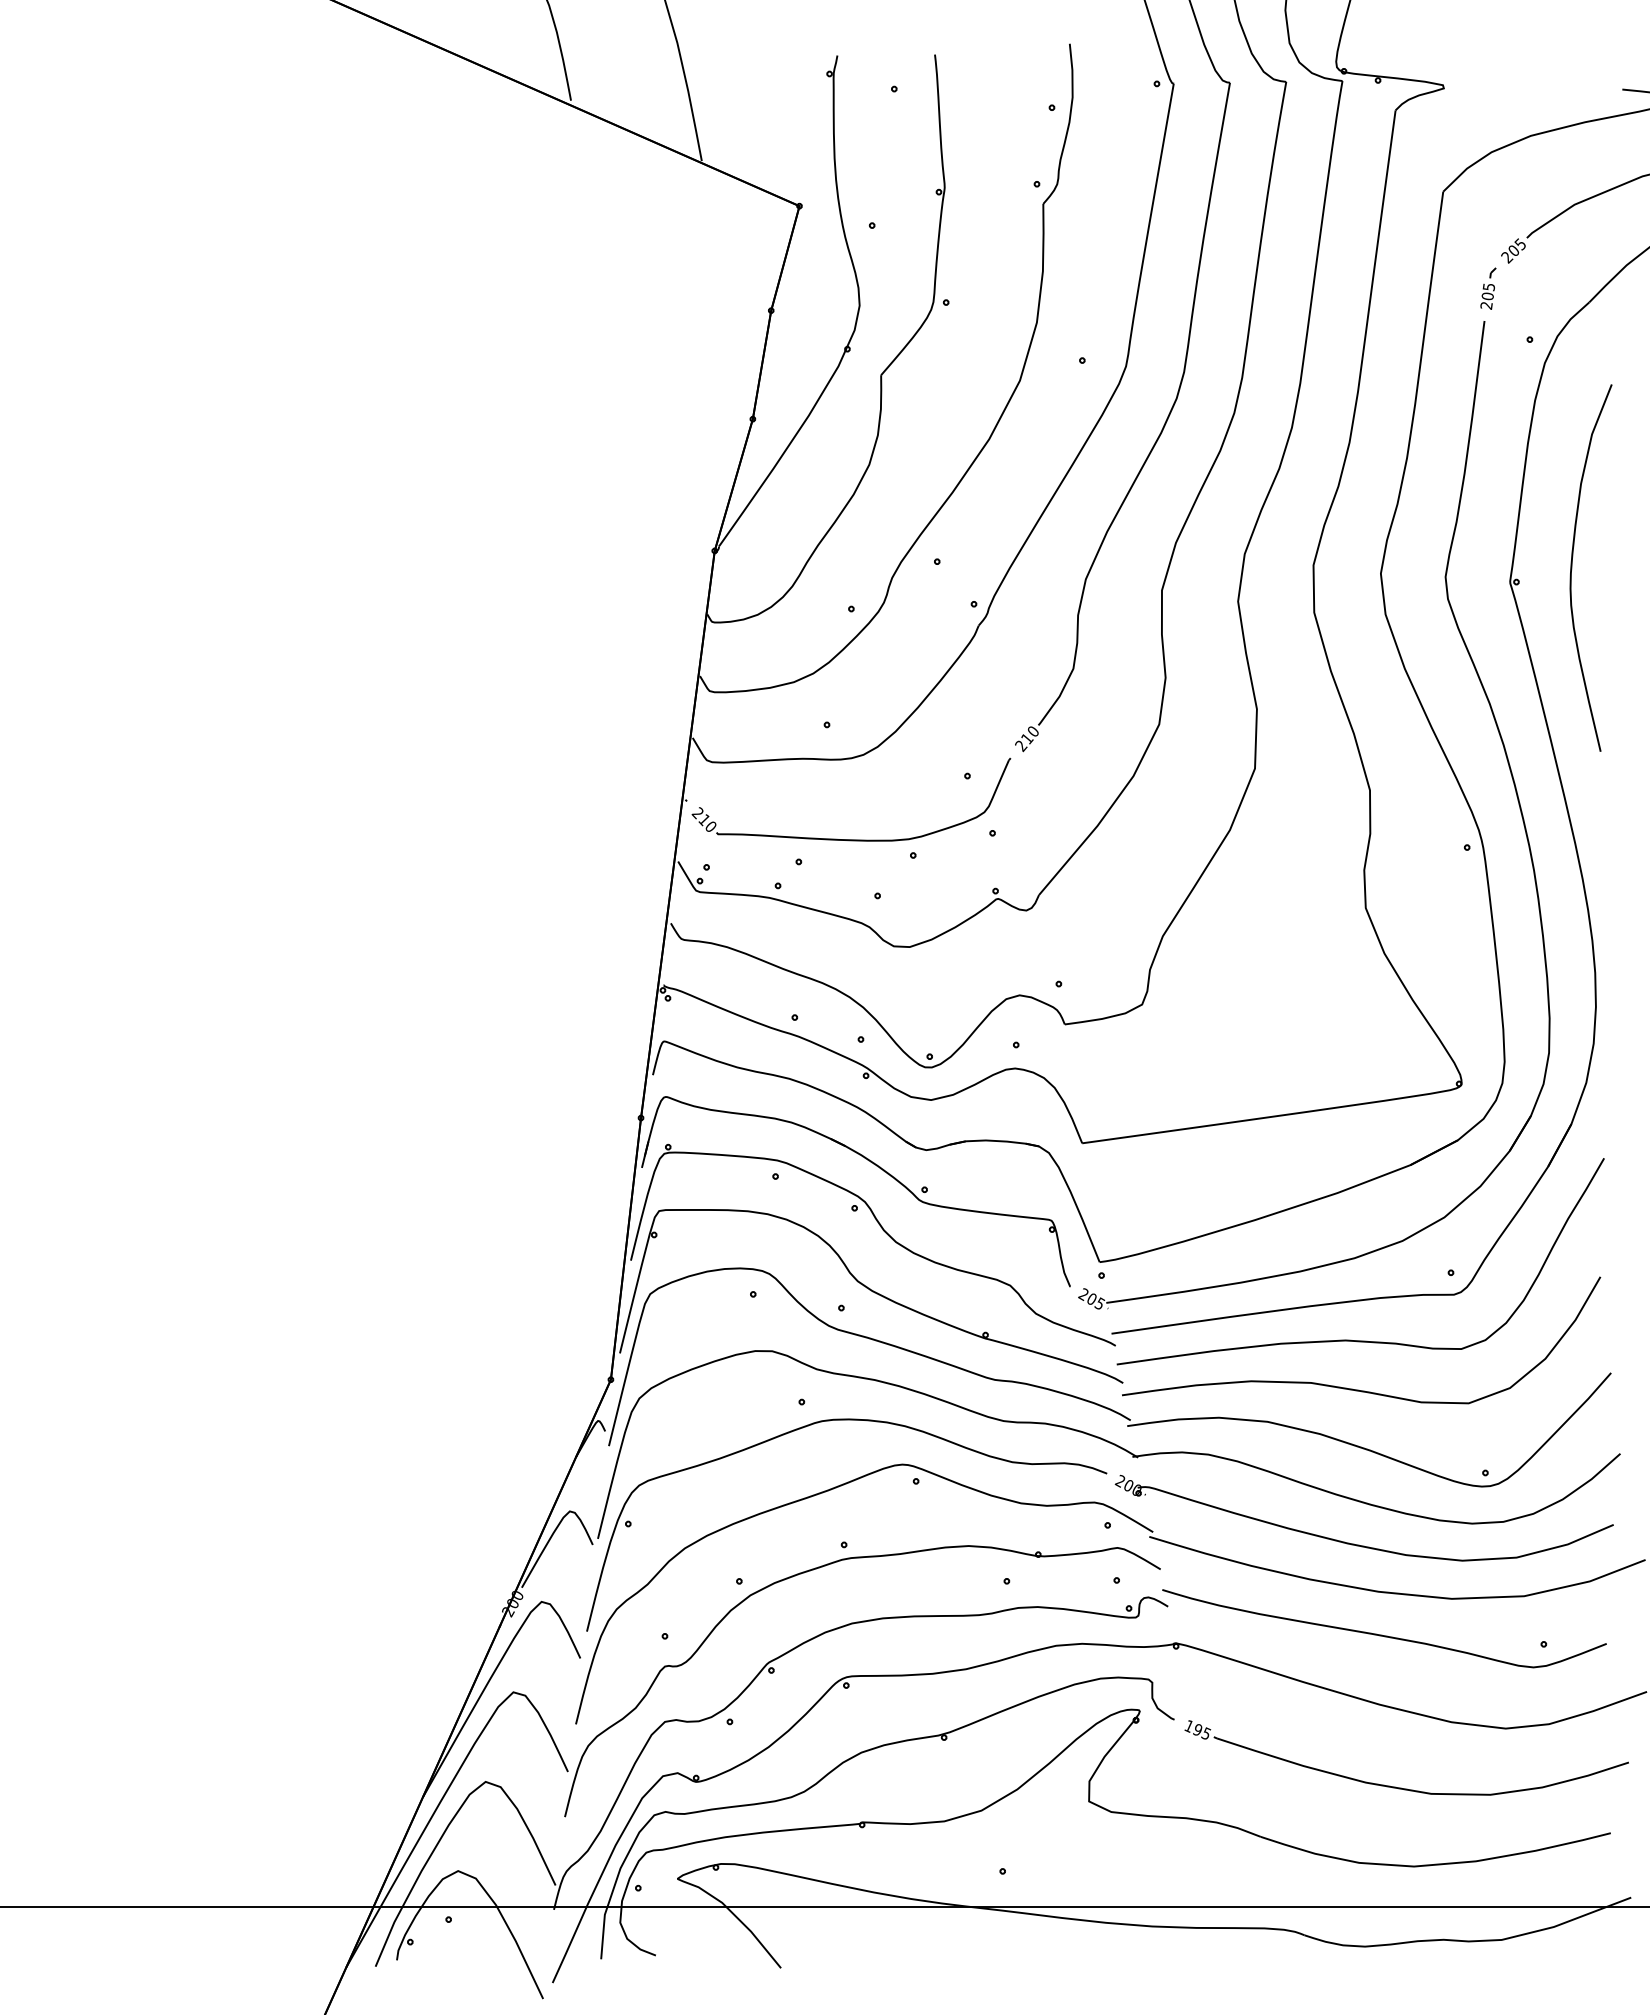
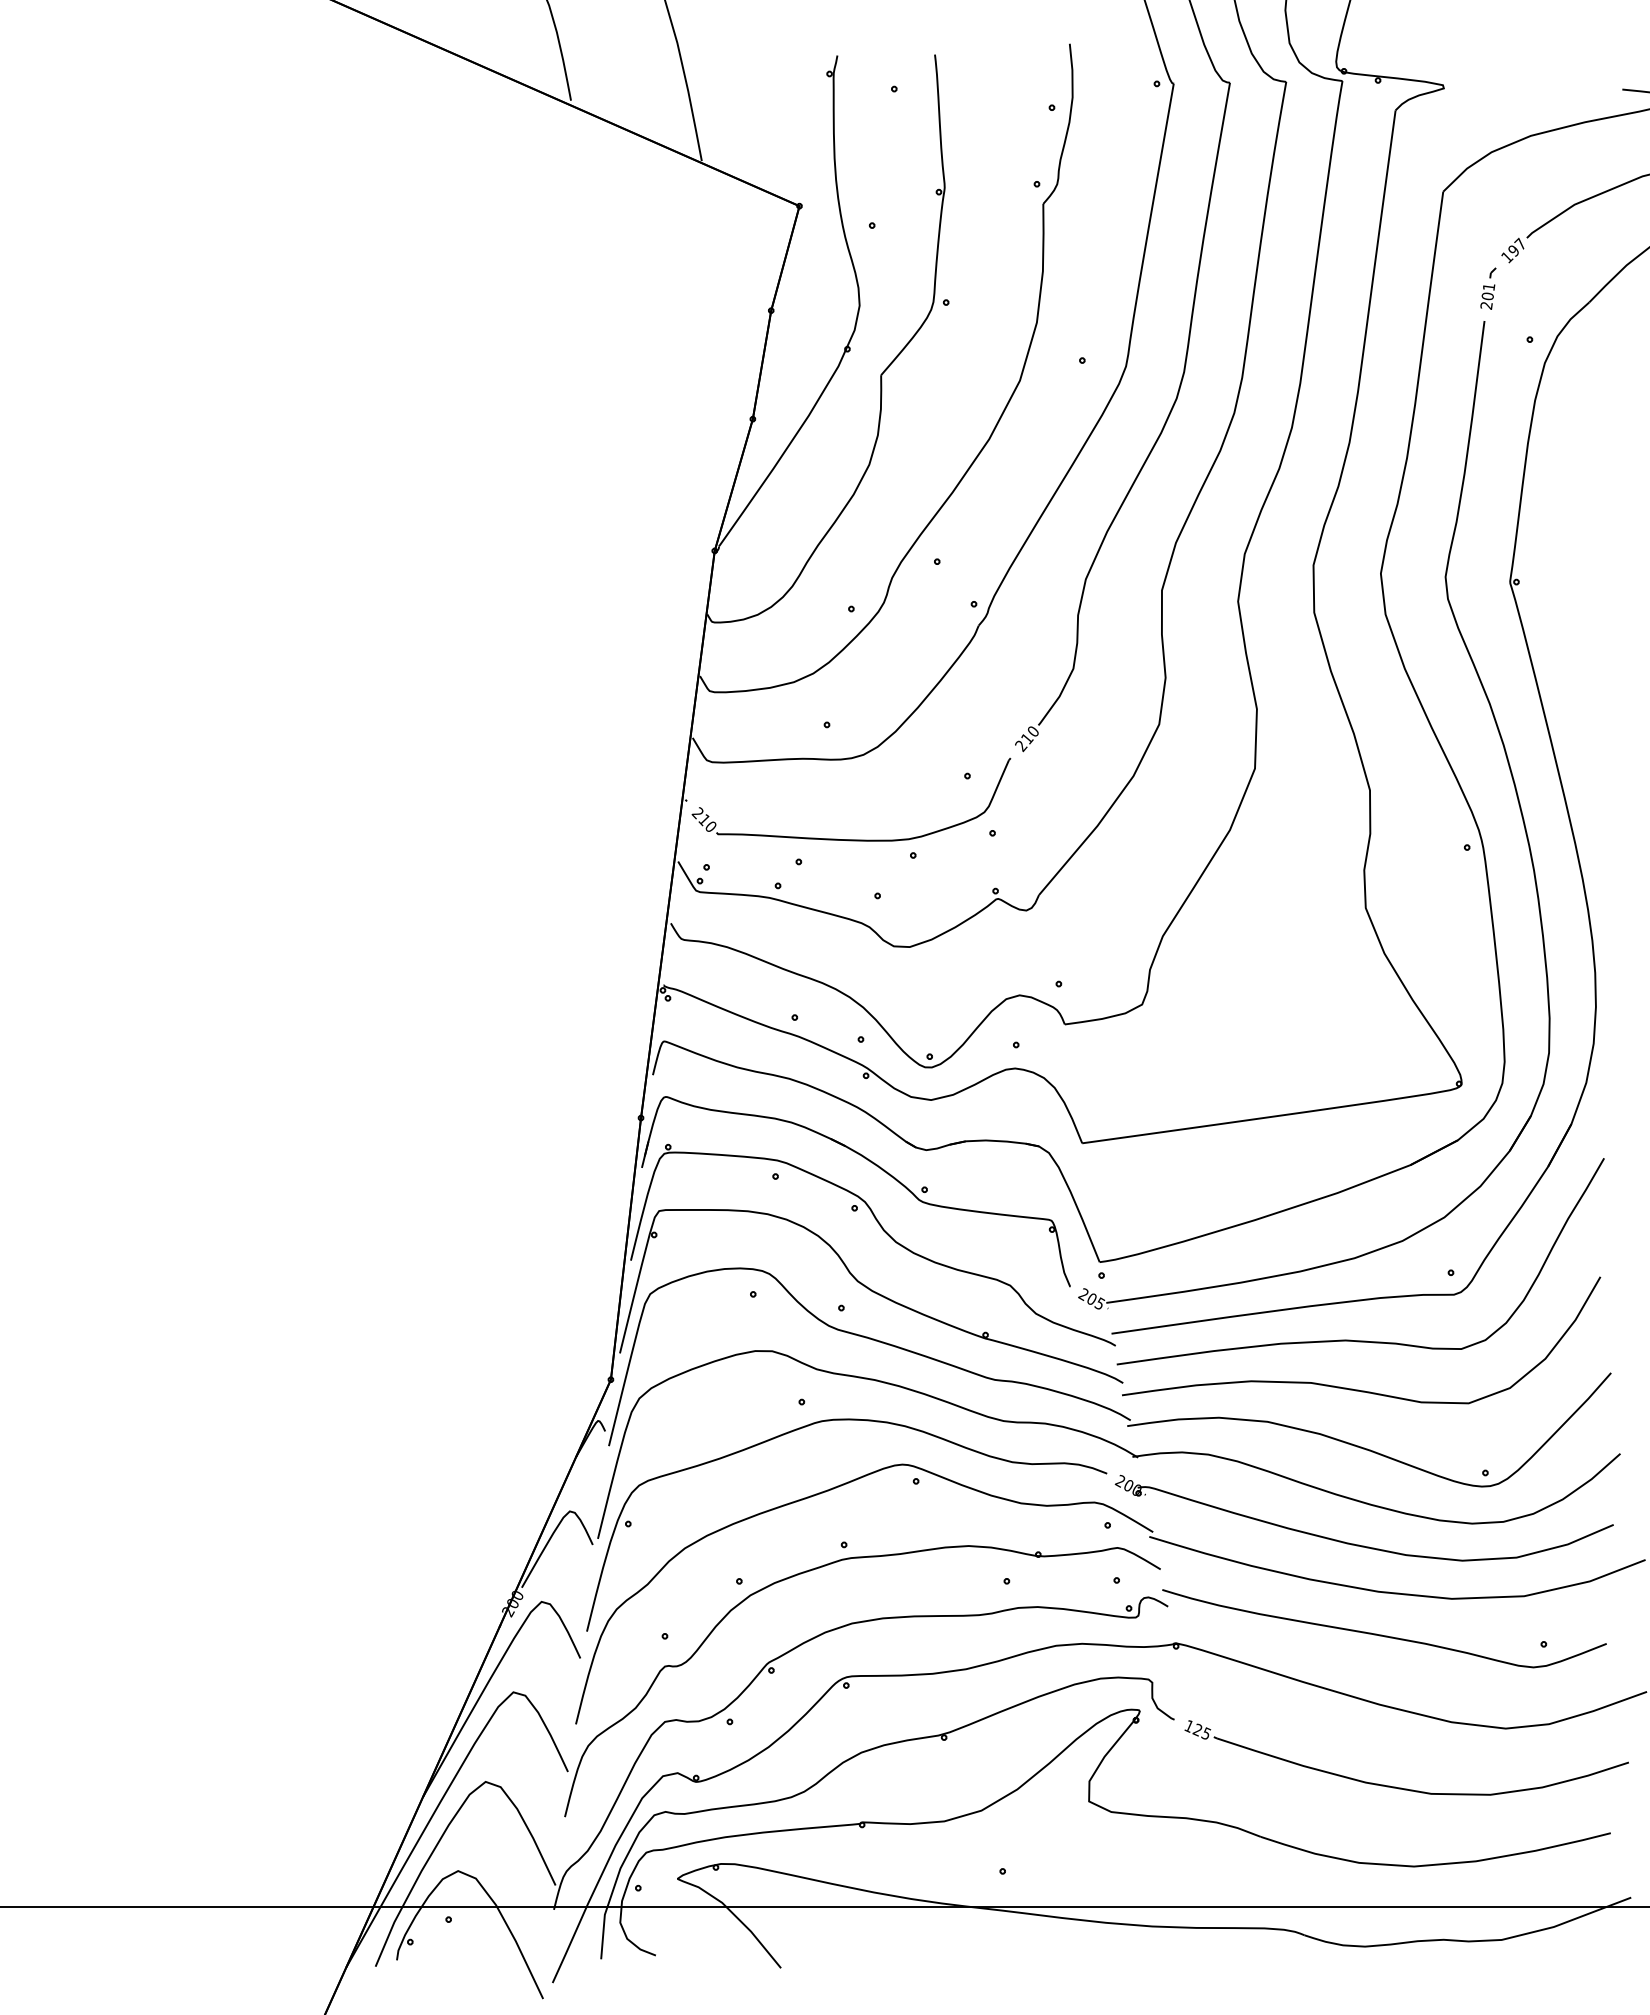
text at (1513, 250): 205 -> 197
text at (1488, 287): 205 -> 201
curve at (1572, 567): present -> none
text at (1196, 1729): 195 -> 125
